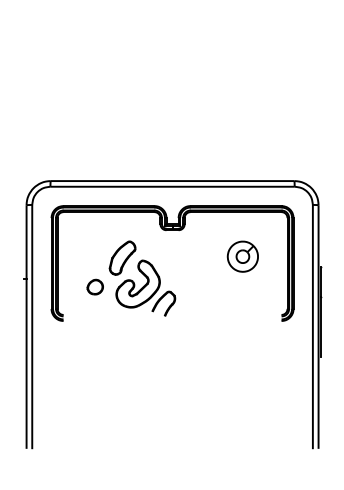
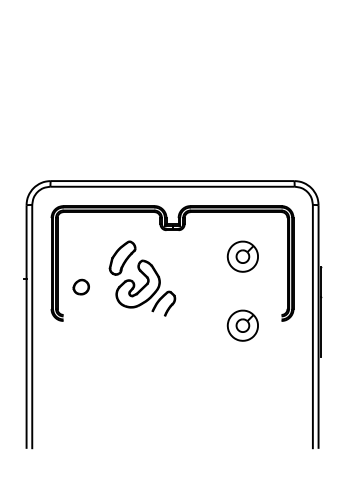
part at (94, 286) position: (94, 286) -> (80, 286)
part at (242, 325): none -> present
